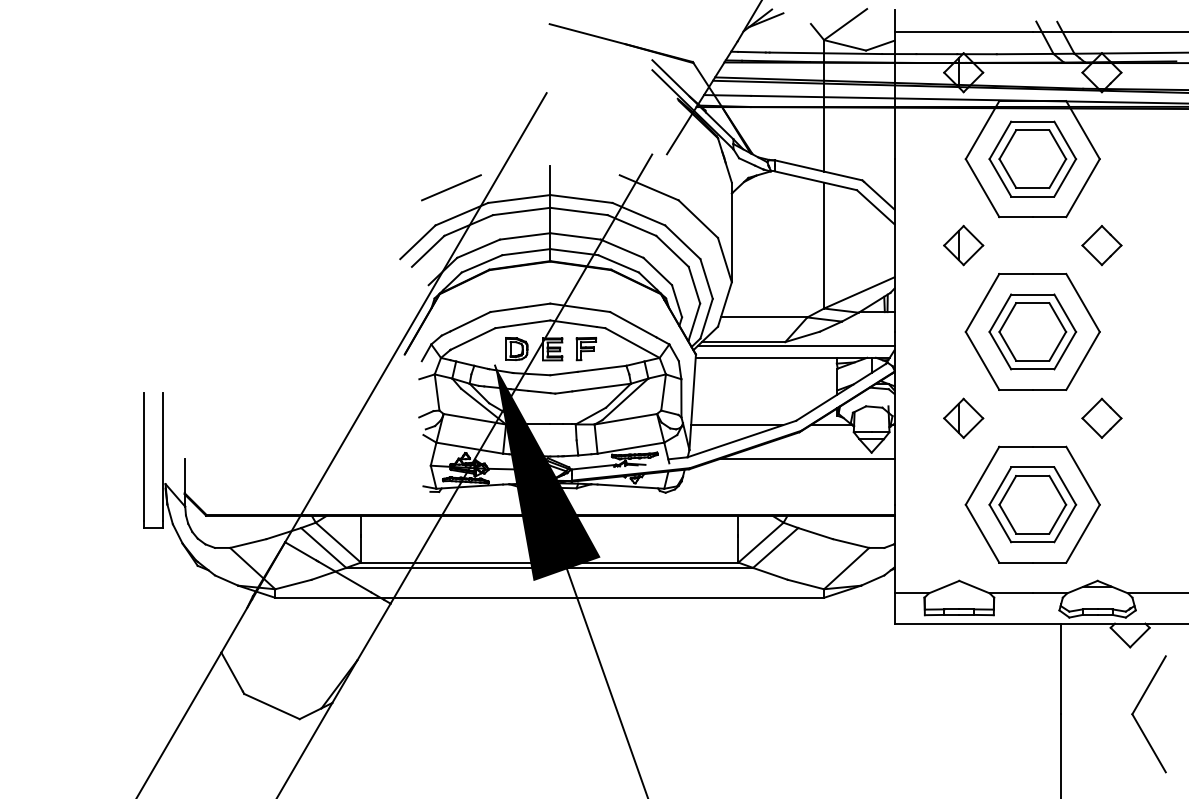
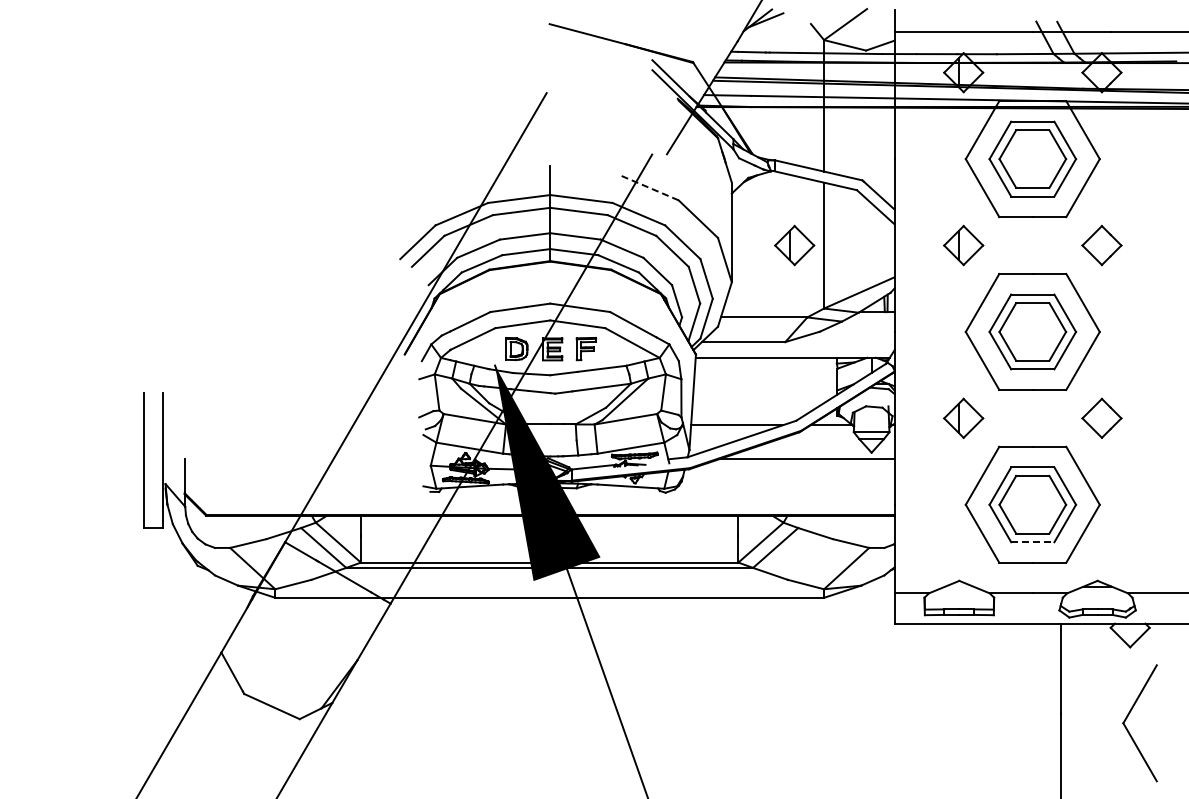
line at (451, 187): present -> none
line at (648, 187): solid -> dashed
part at (794, 245): none -> present
line at (795, 346): present -> none
line at (1032, 542): solid -> dashed
part at (1138, 722) position: (1138, 722) -> (1129, 731)
